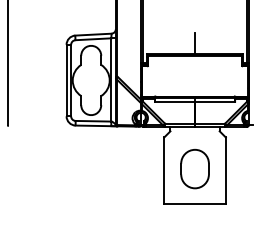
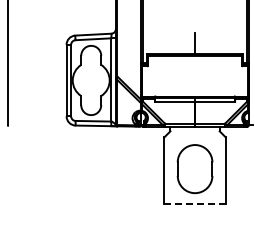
part at (194, 168) size: 30x42 px -> 38x51 px
line at (195, 203): solid -> dashed
